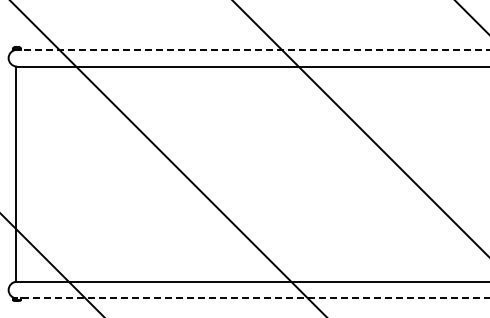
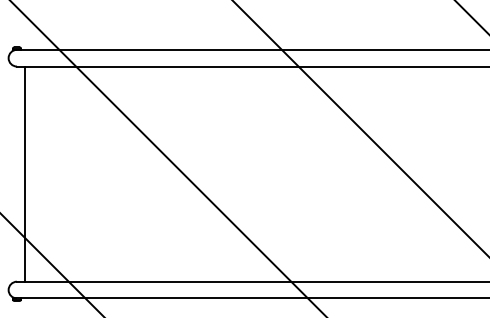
line at (251, 49): dashed -> solid
line at (16, 173) position: (16, 173) -> (25, 173)
line at (250, 298): dashed -> solid
